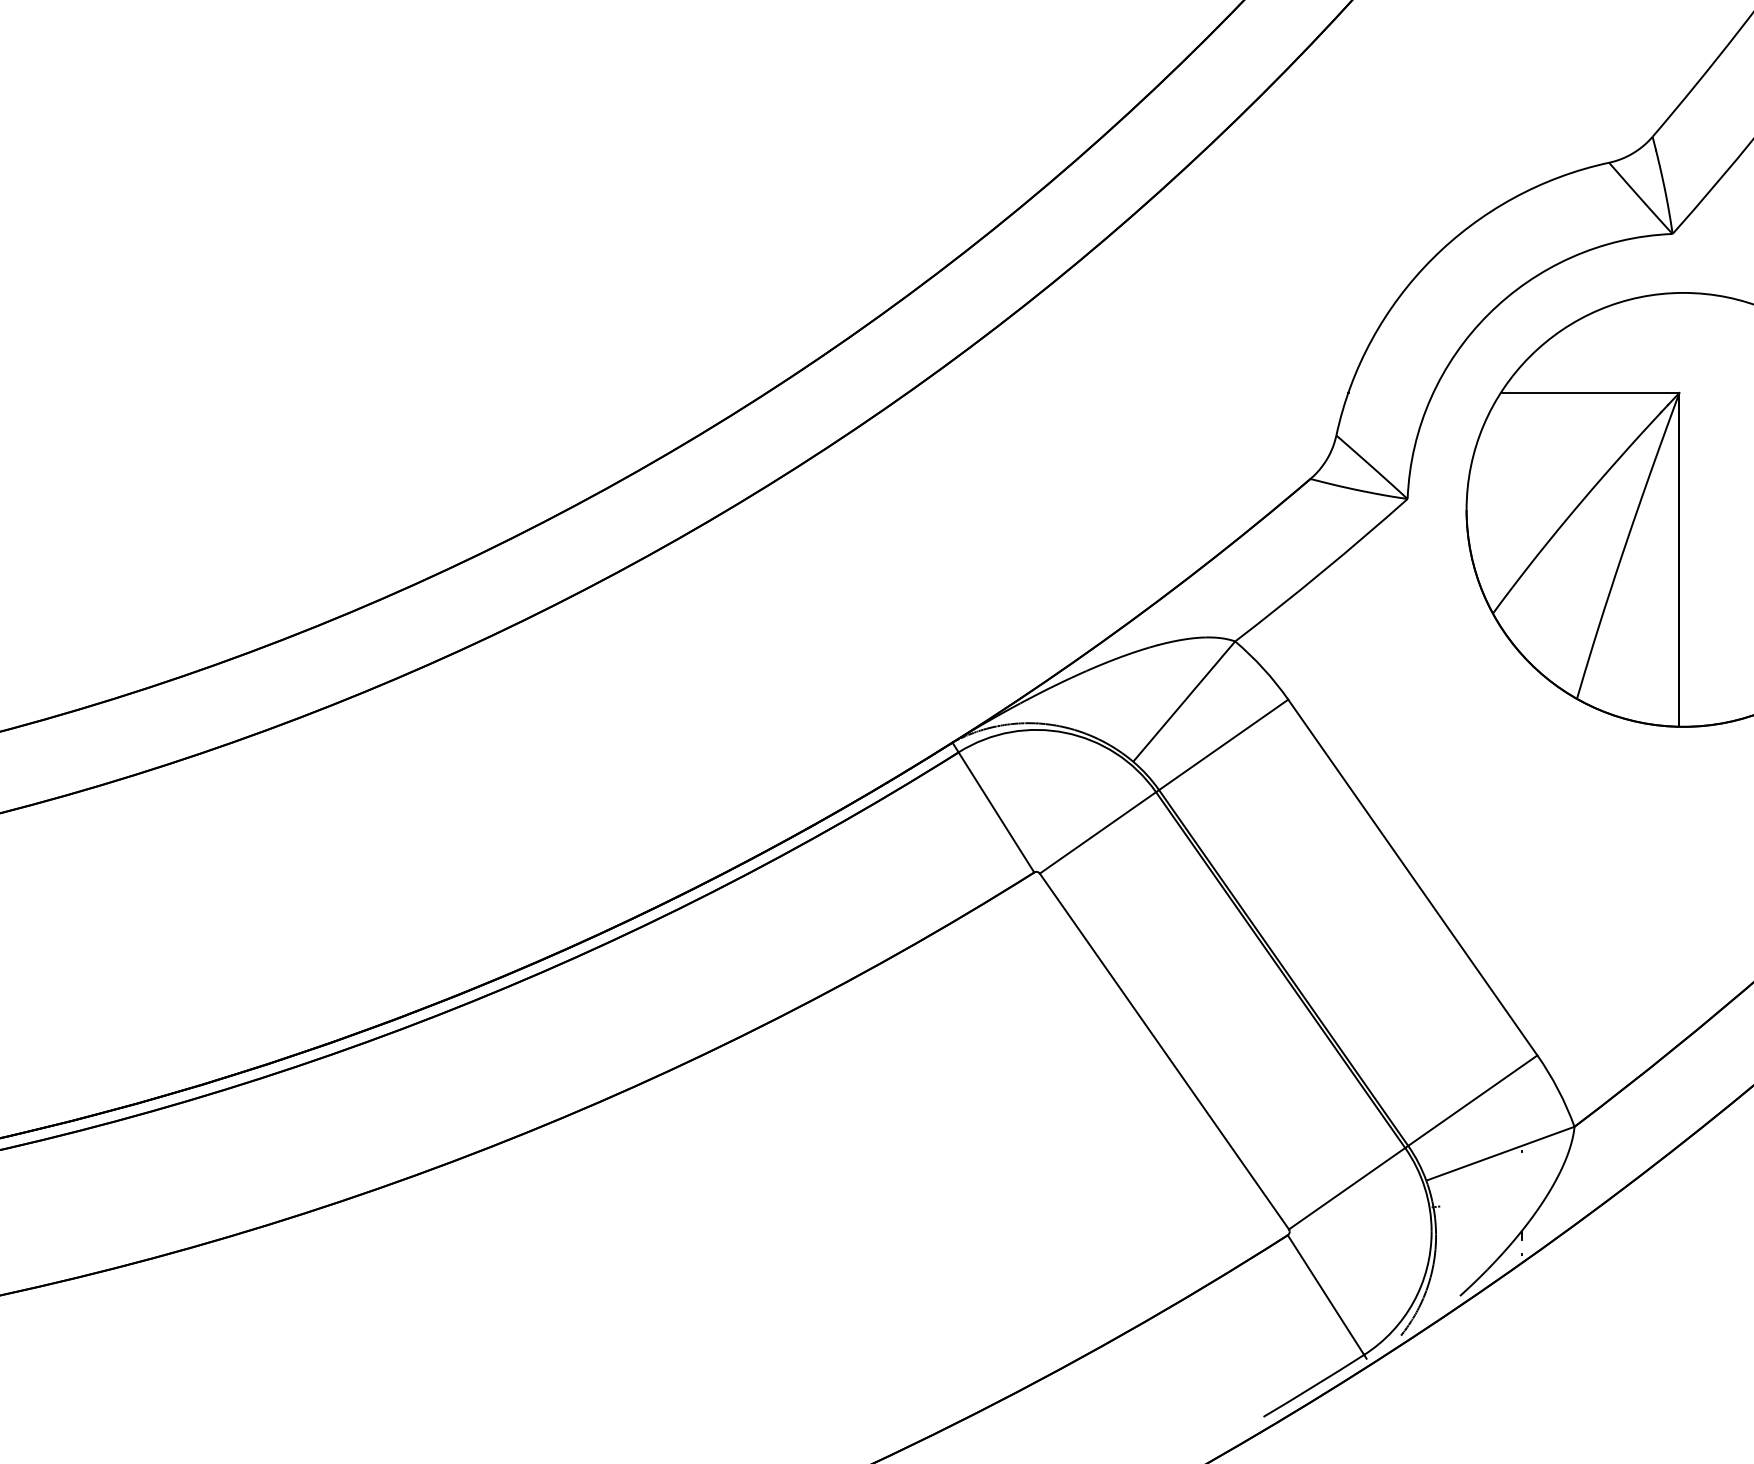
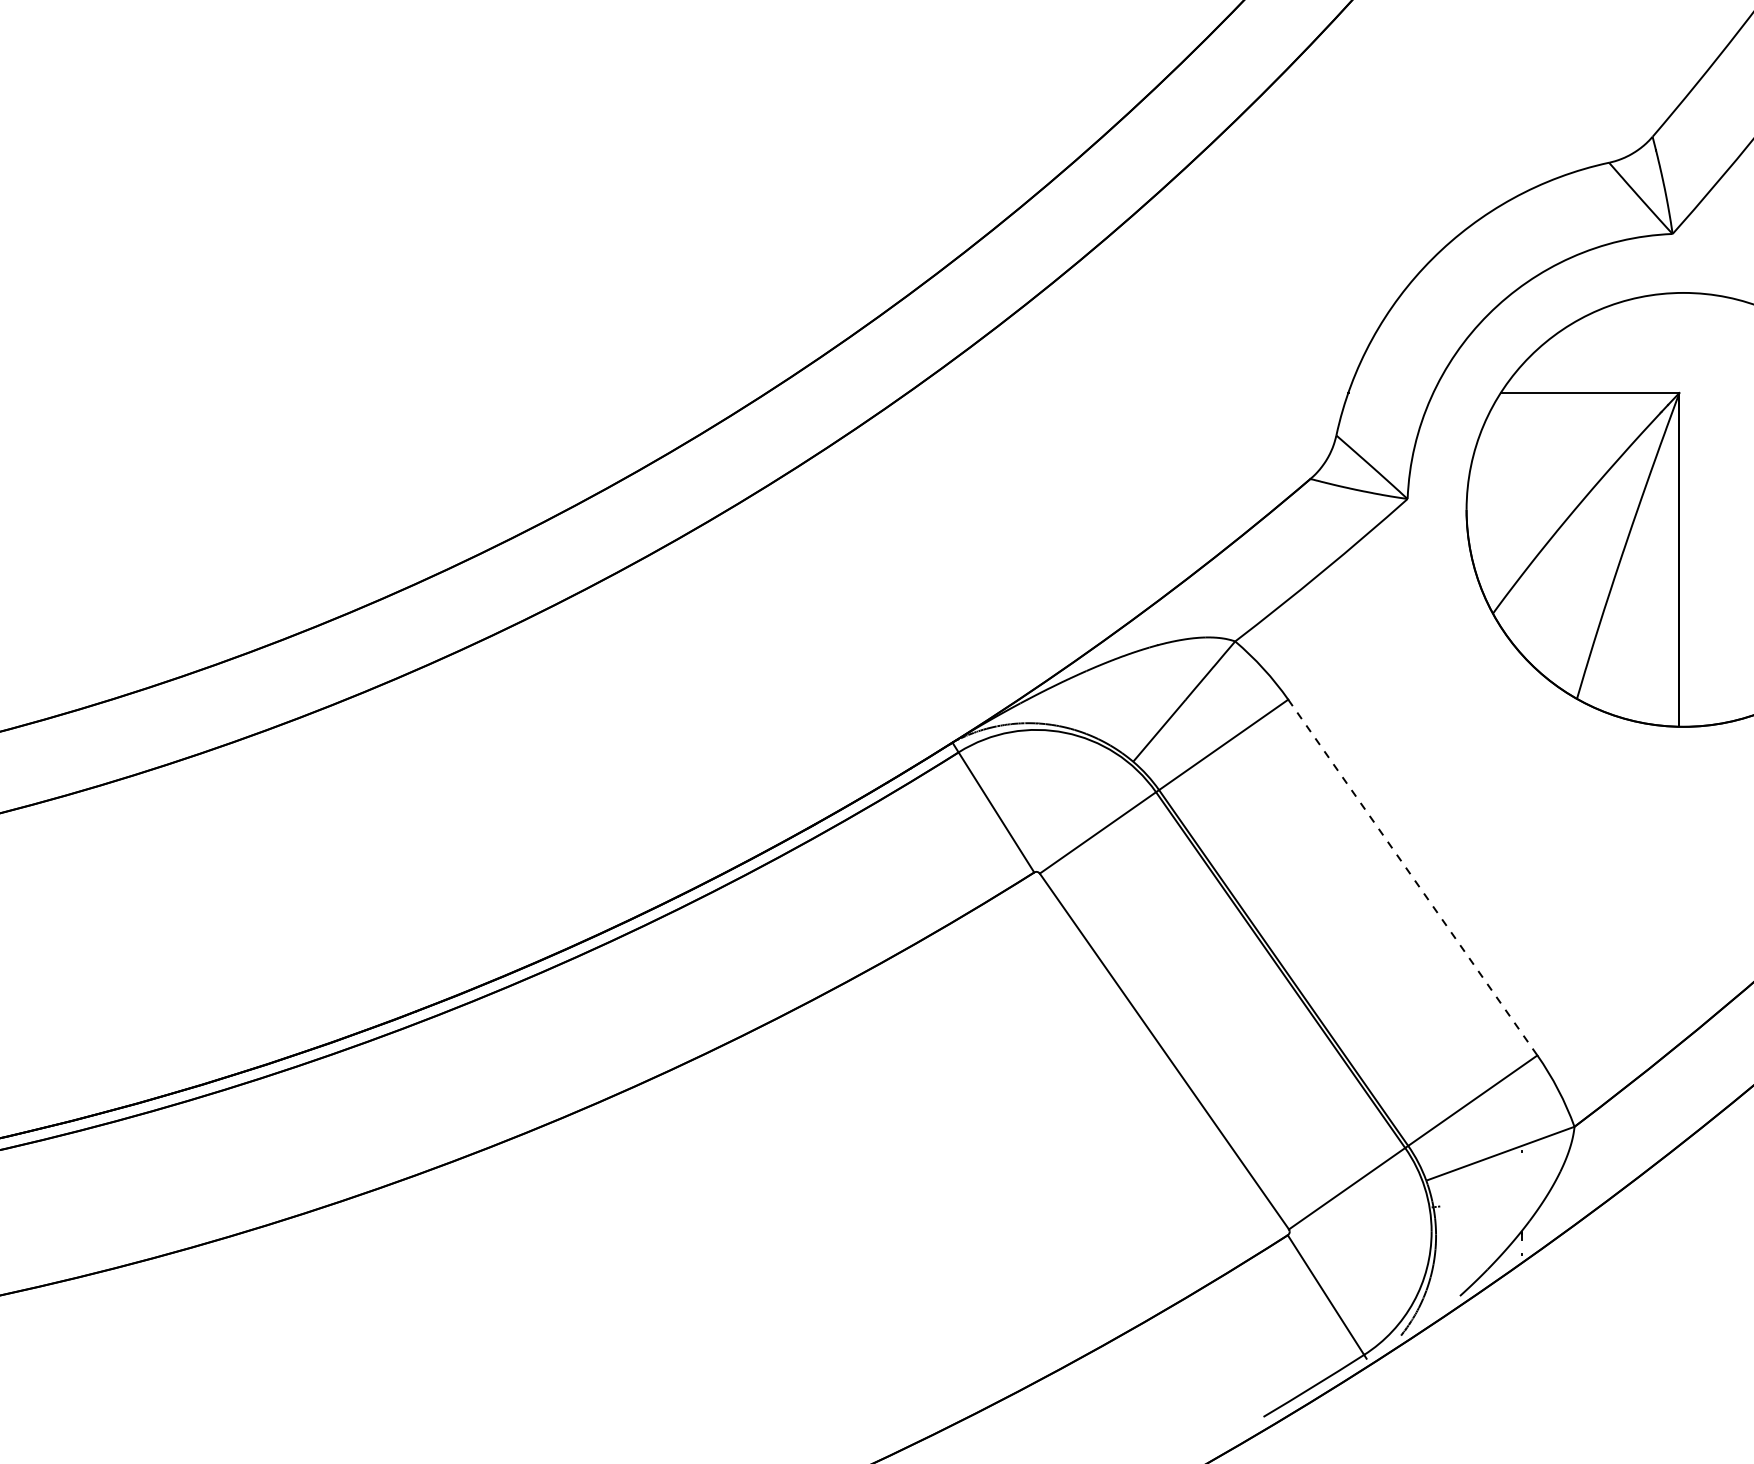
line at (1413, 877): solid -> dashed
